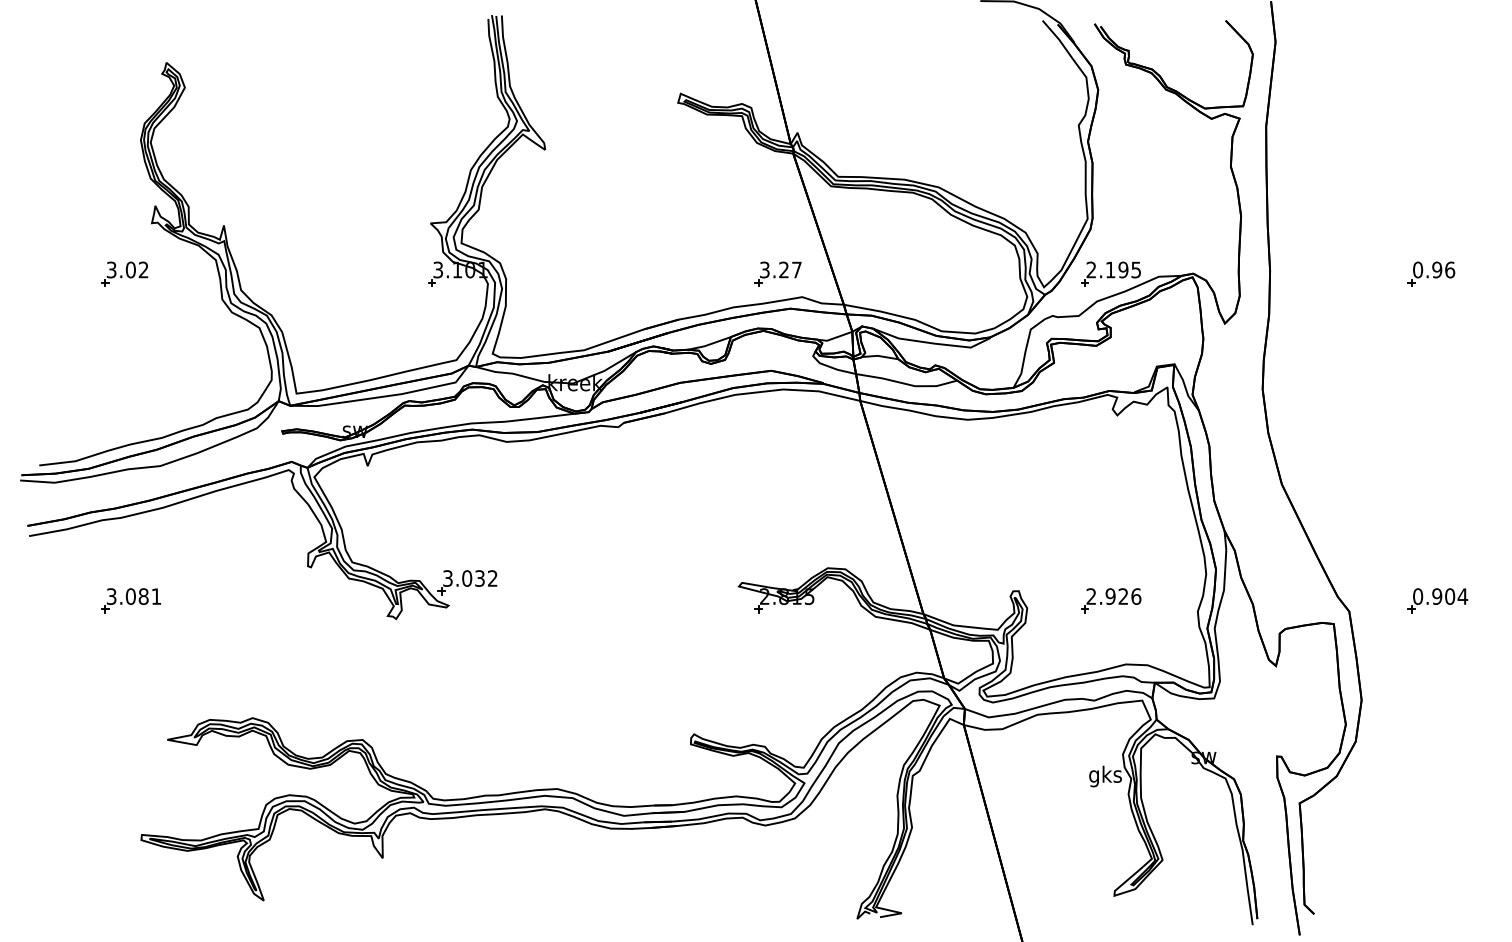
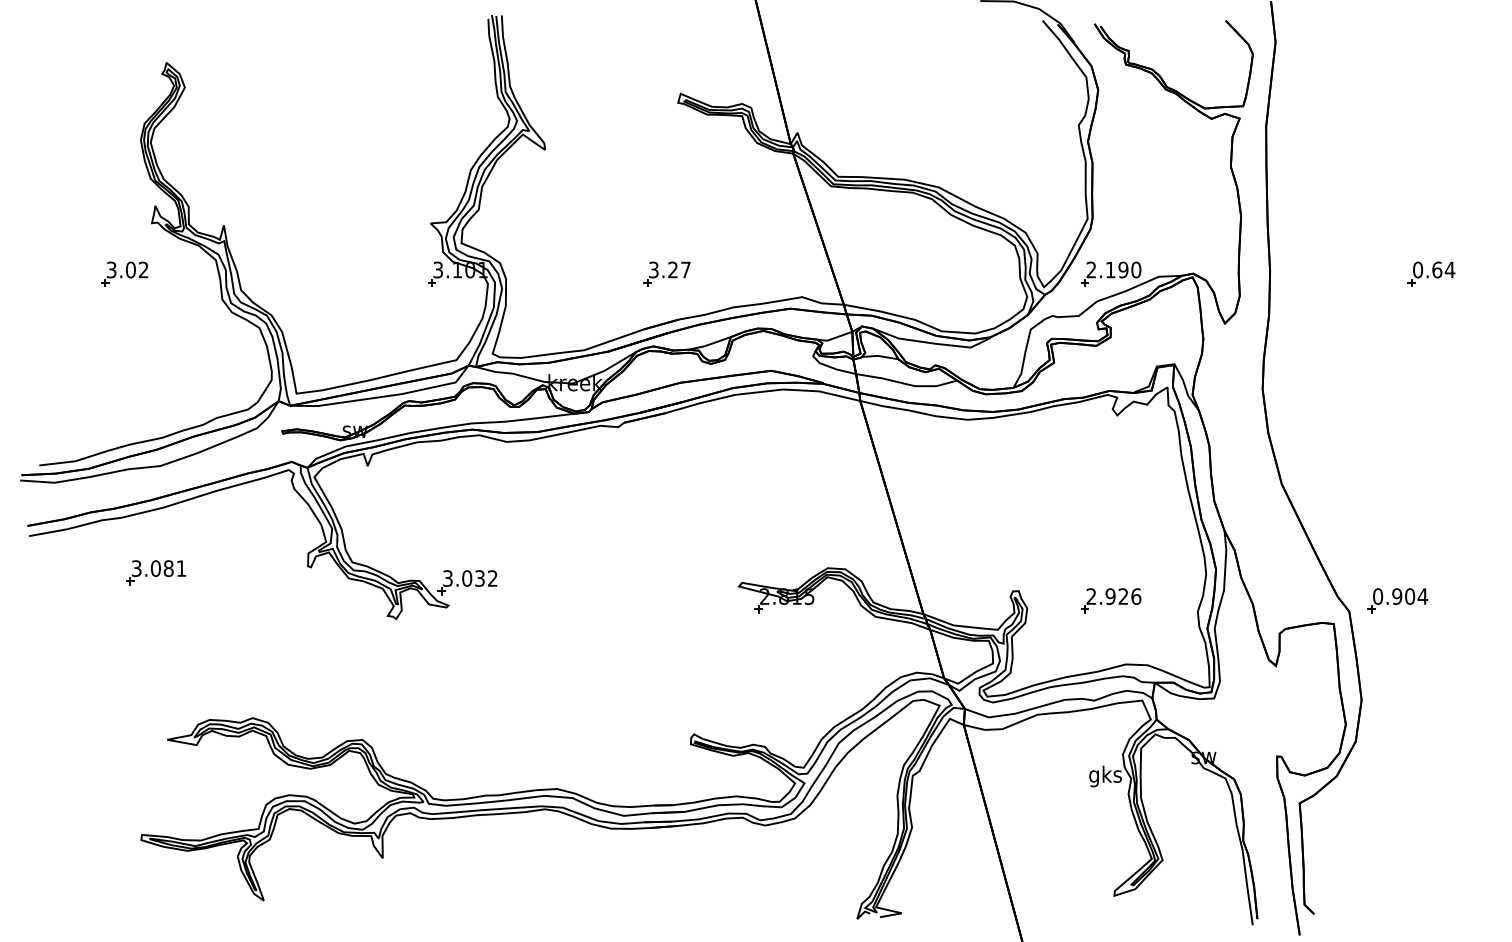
text at (1136, 269): 2.195 -> 2.190
text at (1443, 269): 0.96 -> 0.64
part at (777, 273) position: (777, 273) -> (666, 273)
part at (131, 600) position: (131, 600) -> (156, 572)
part at (1437, 600) position: (1437, 600) -> (1397, 600)
